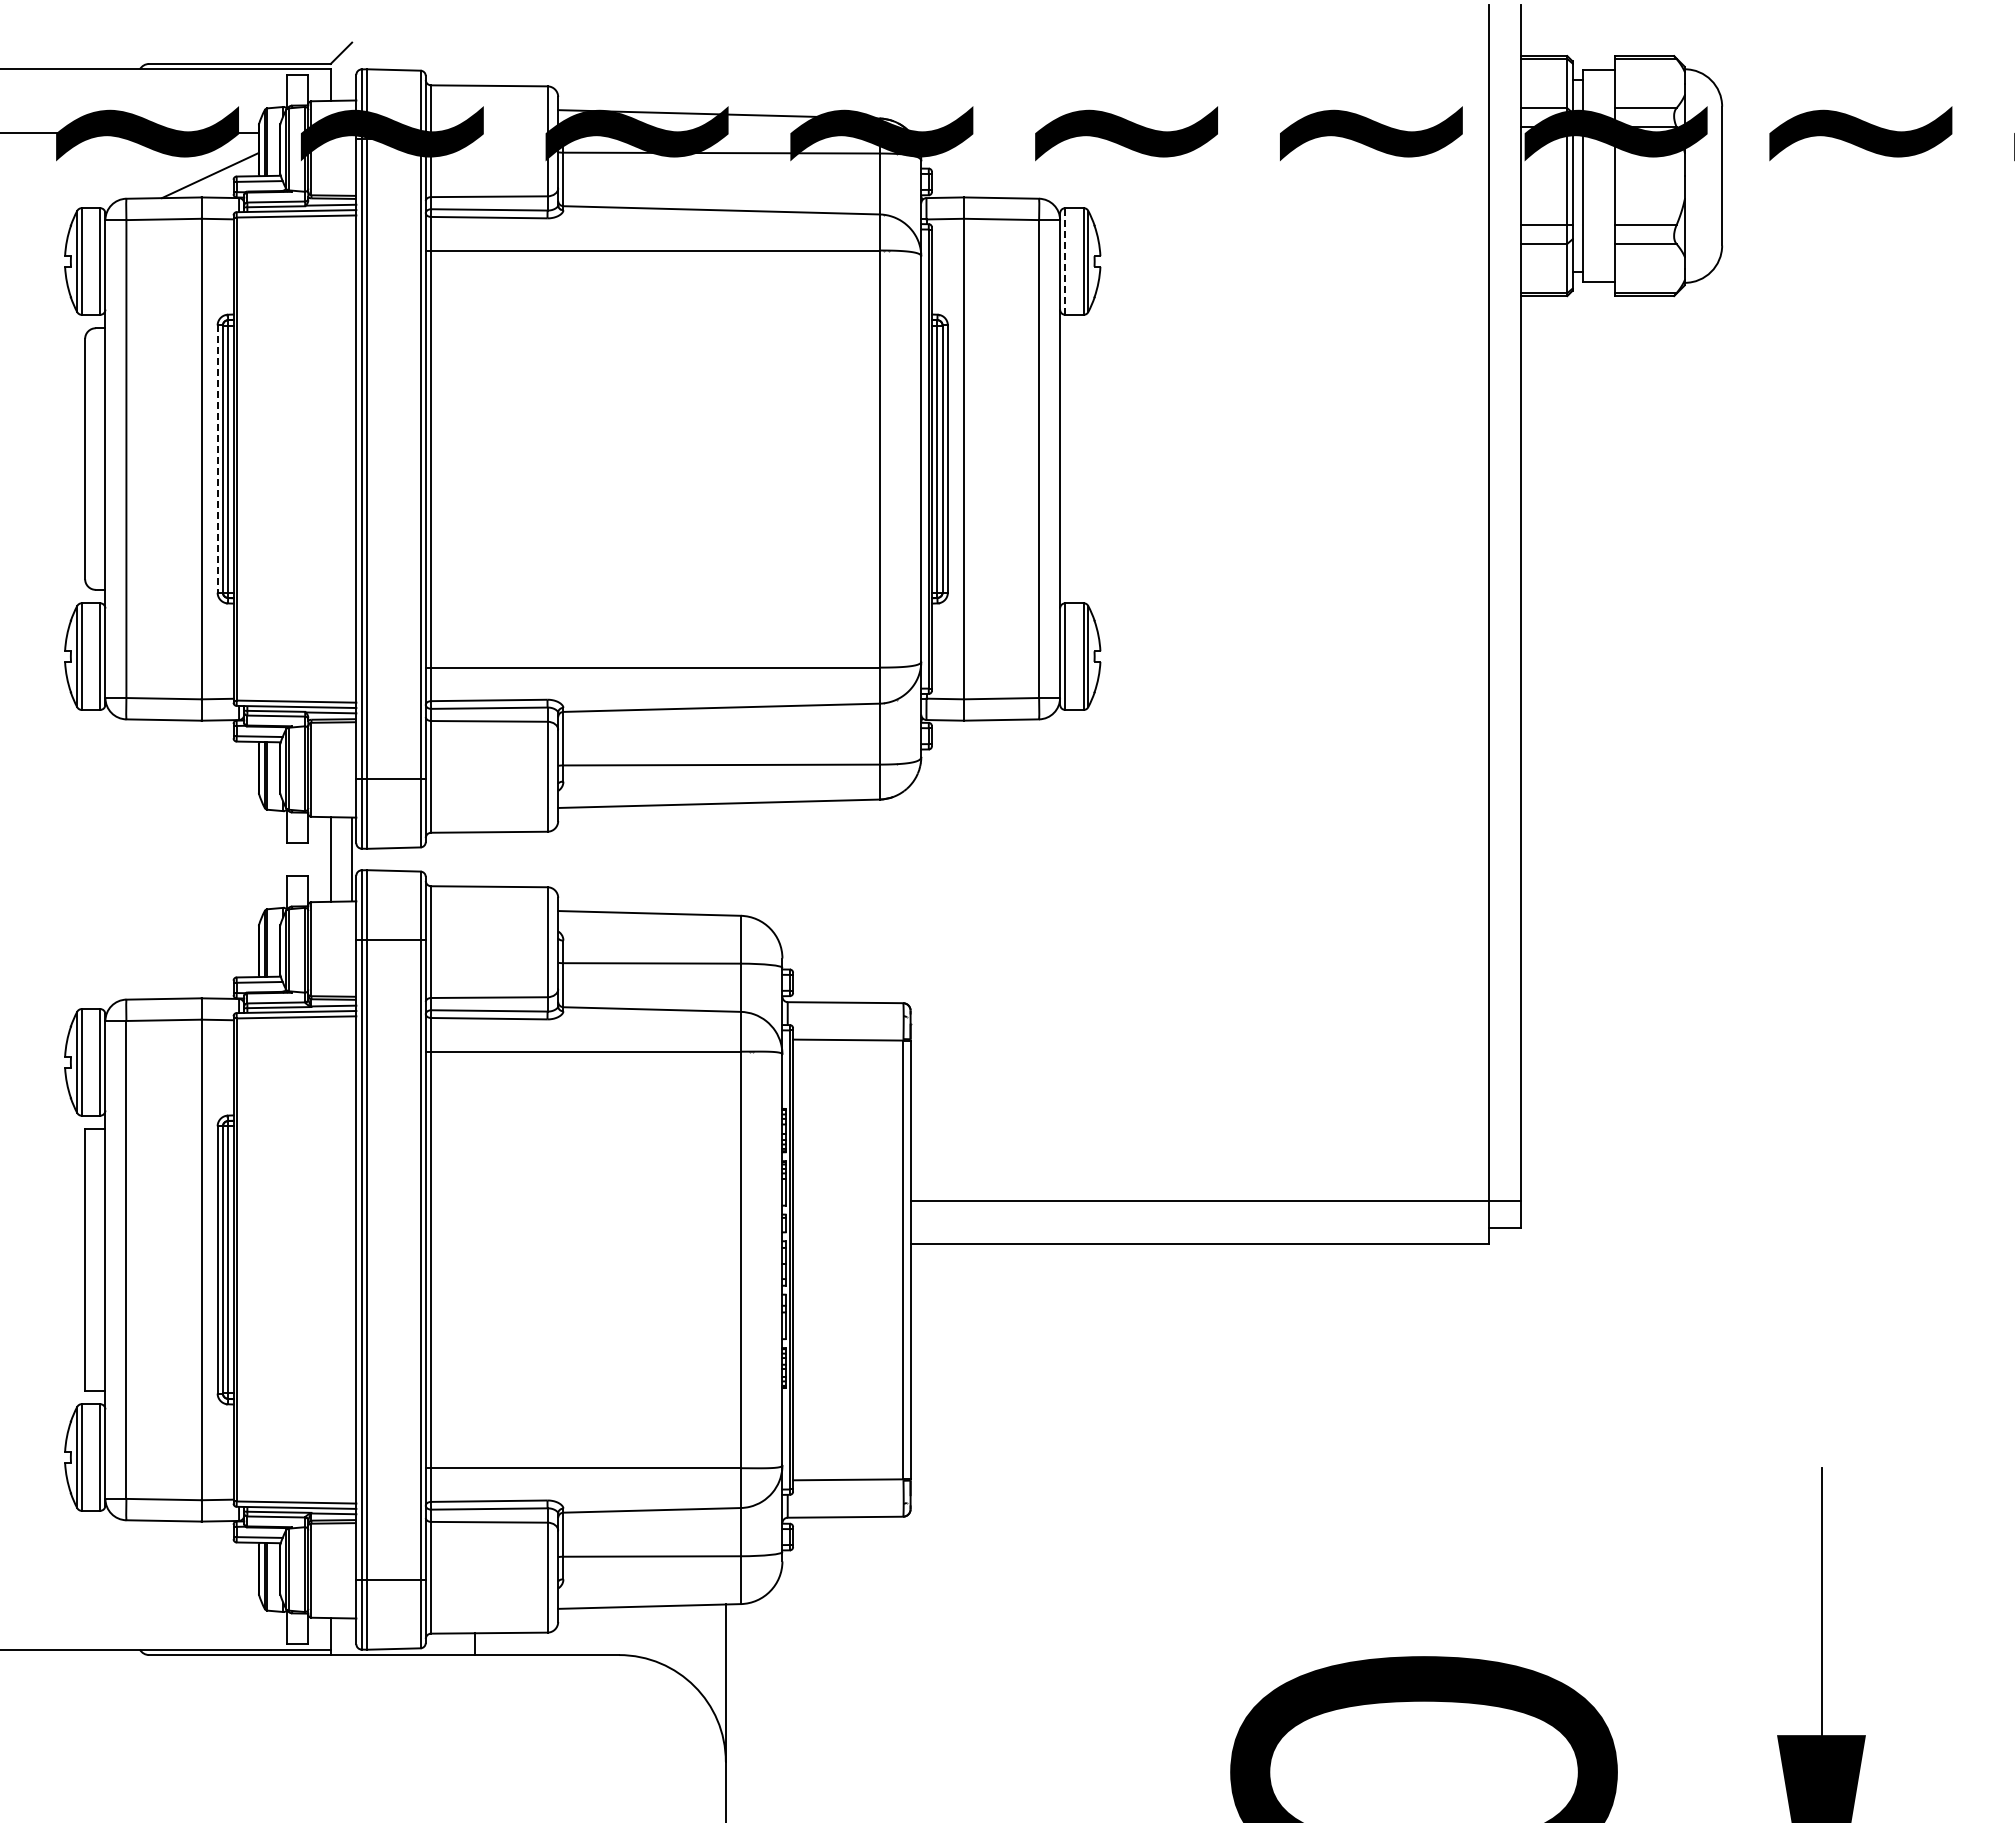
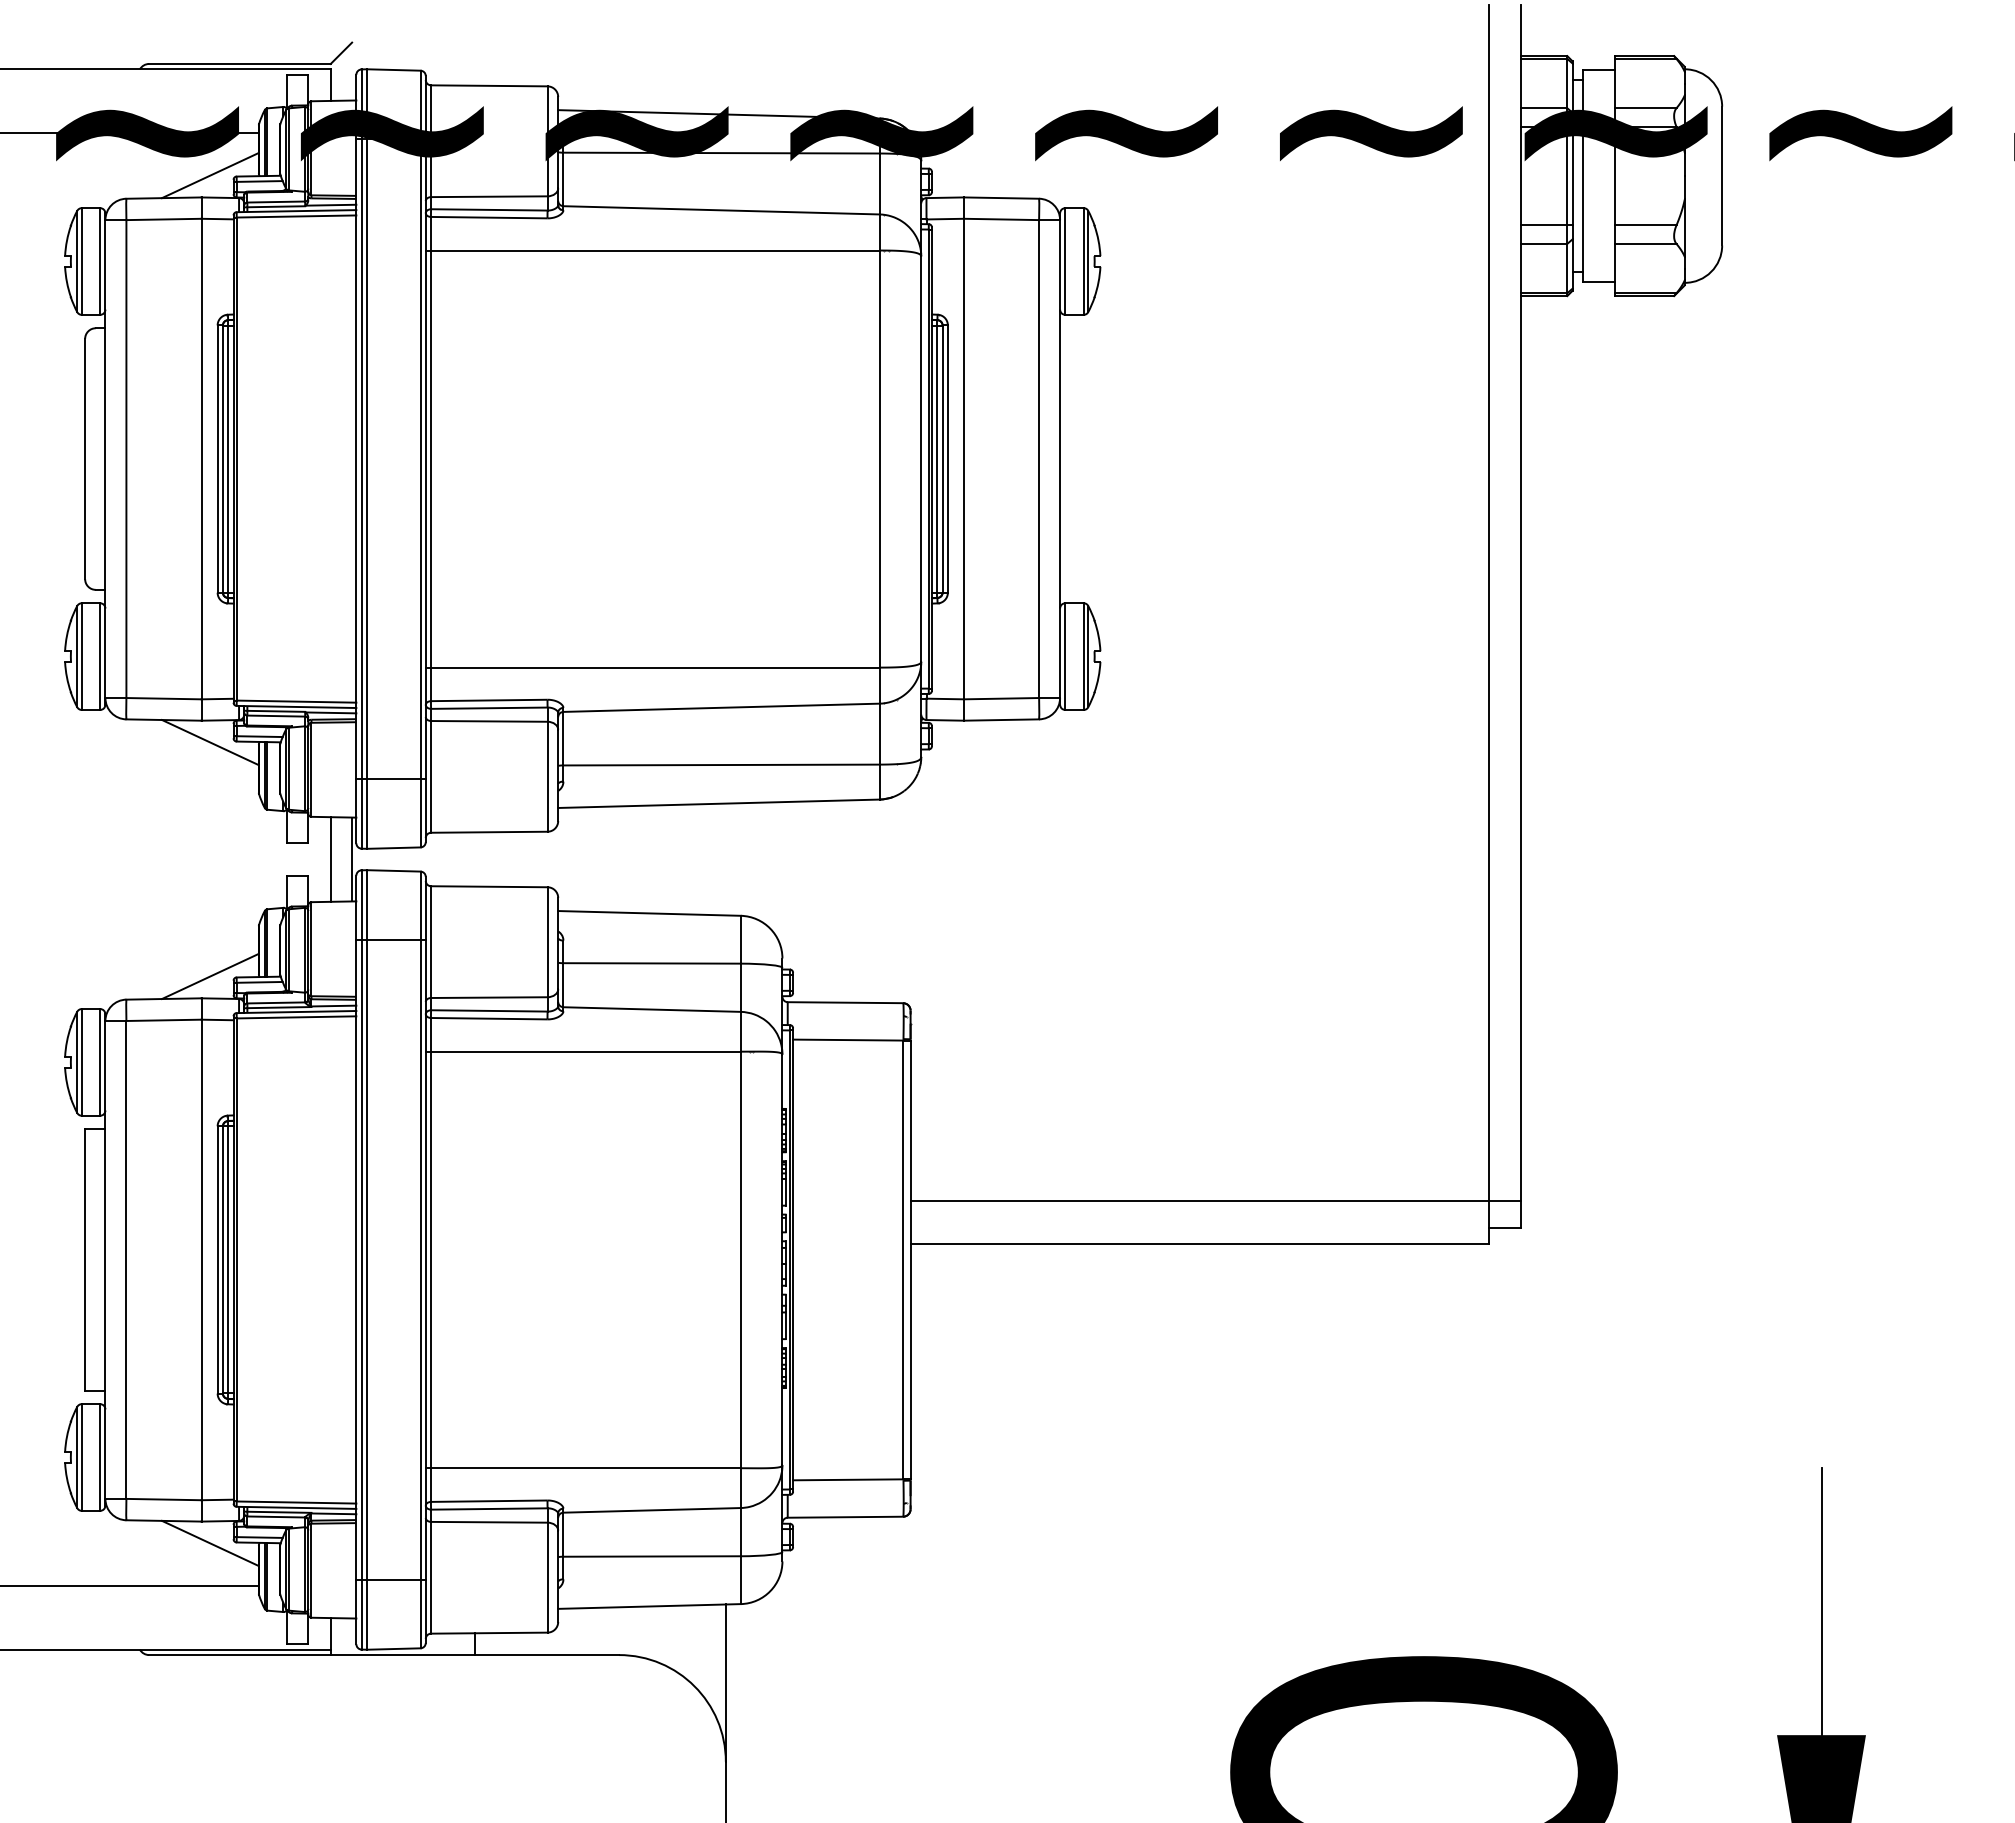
line at (1065, 261): dashed -> solid
line at (217, 459): dashed -> solid
line at (210, 742): none -> present
line at (210, 976): none -> present
line at (210, 1543): none -> present
line at (130, 1585): none -> present
